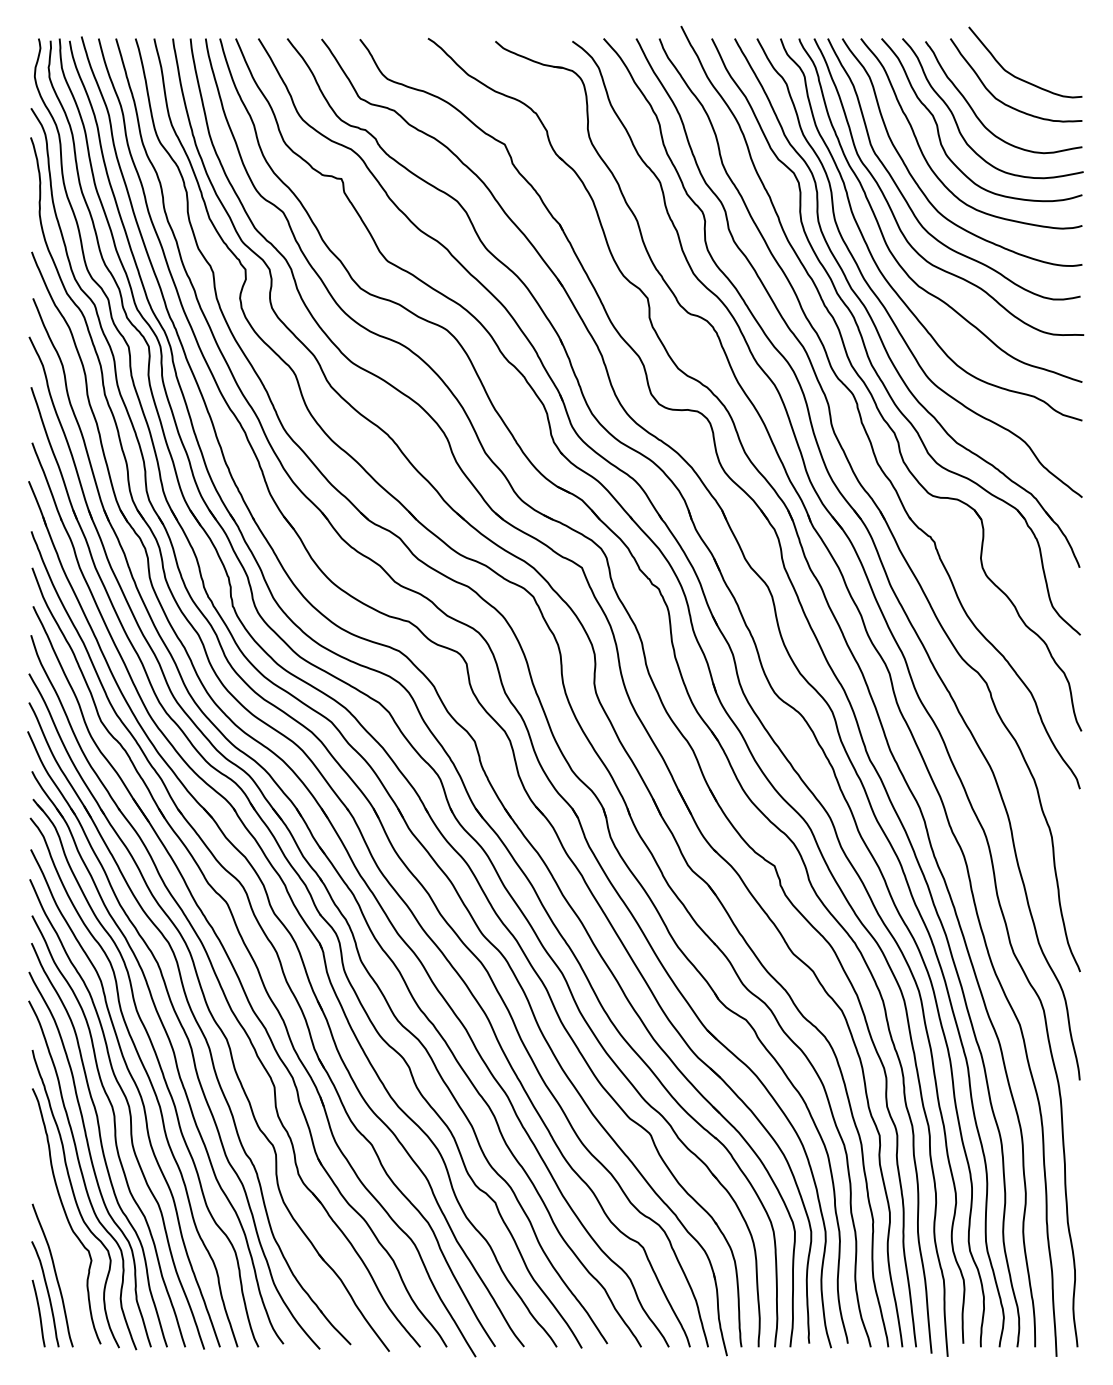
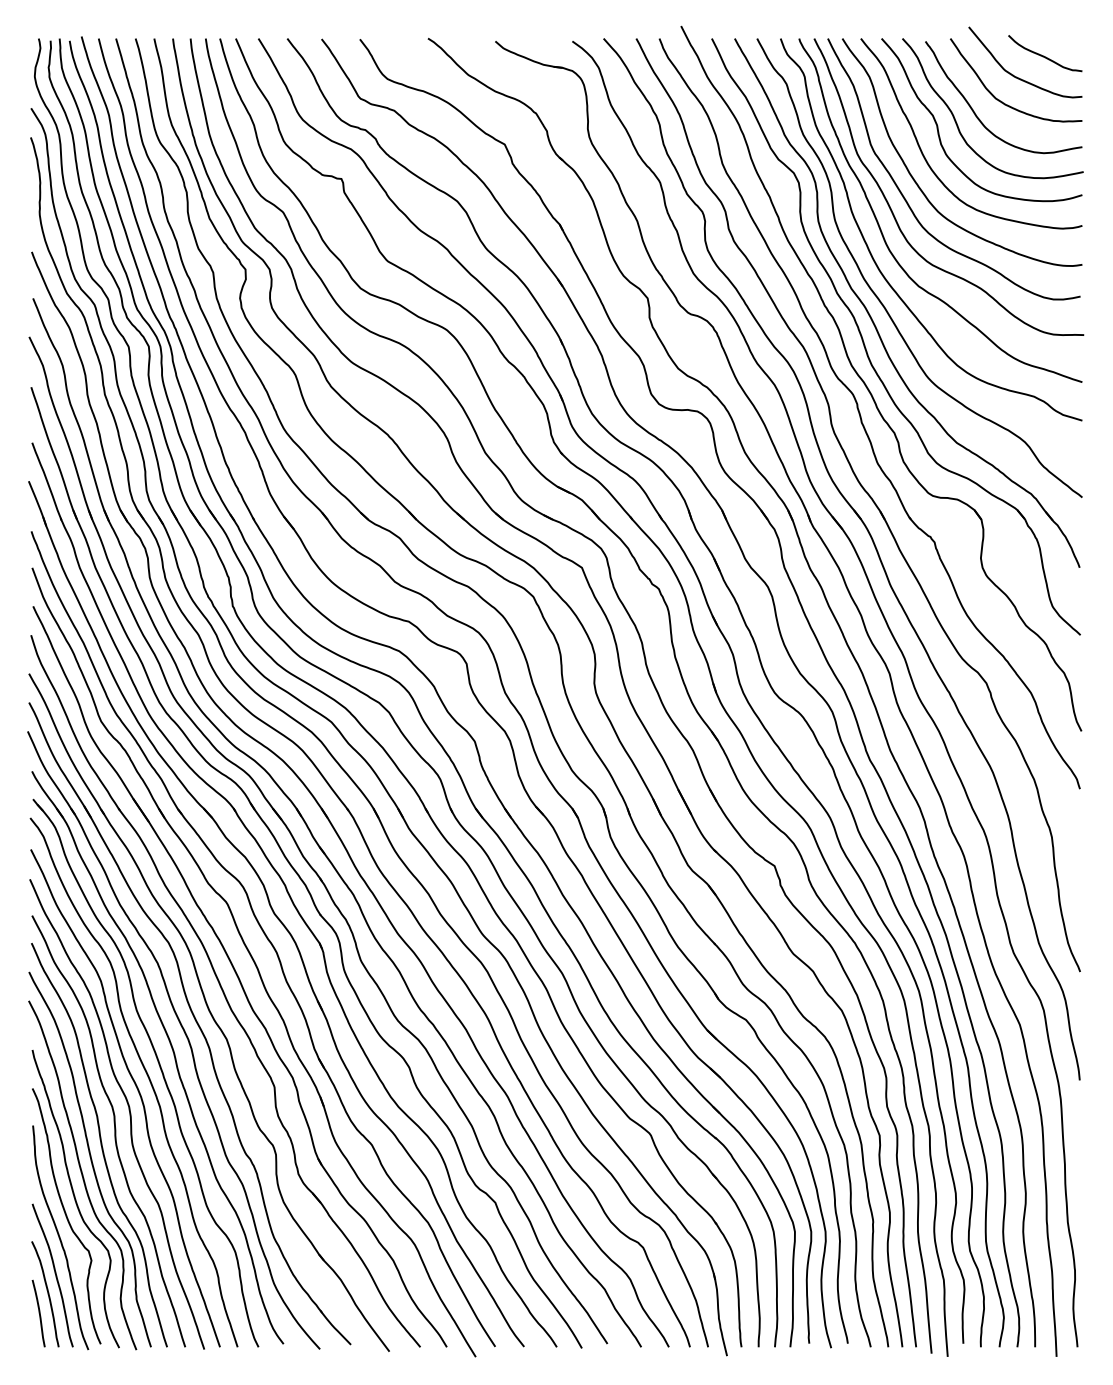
curve at (1043, 55): none -> present
curve at (60, 1237): none -> present
